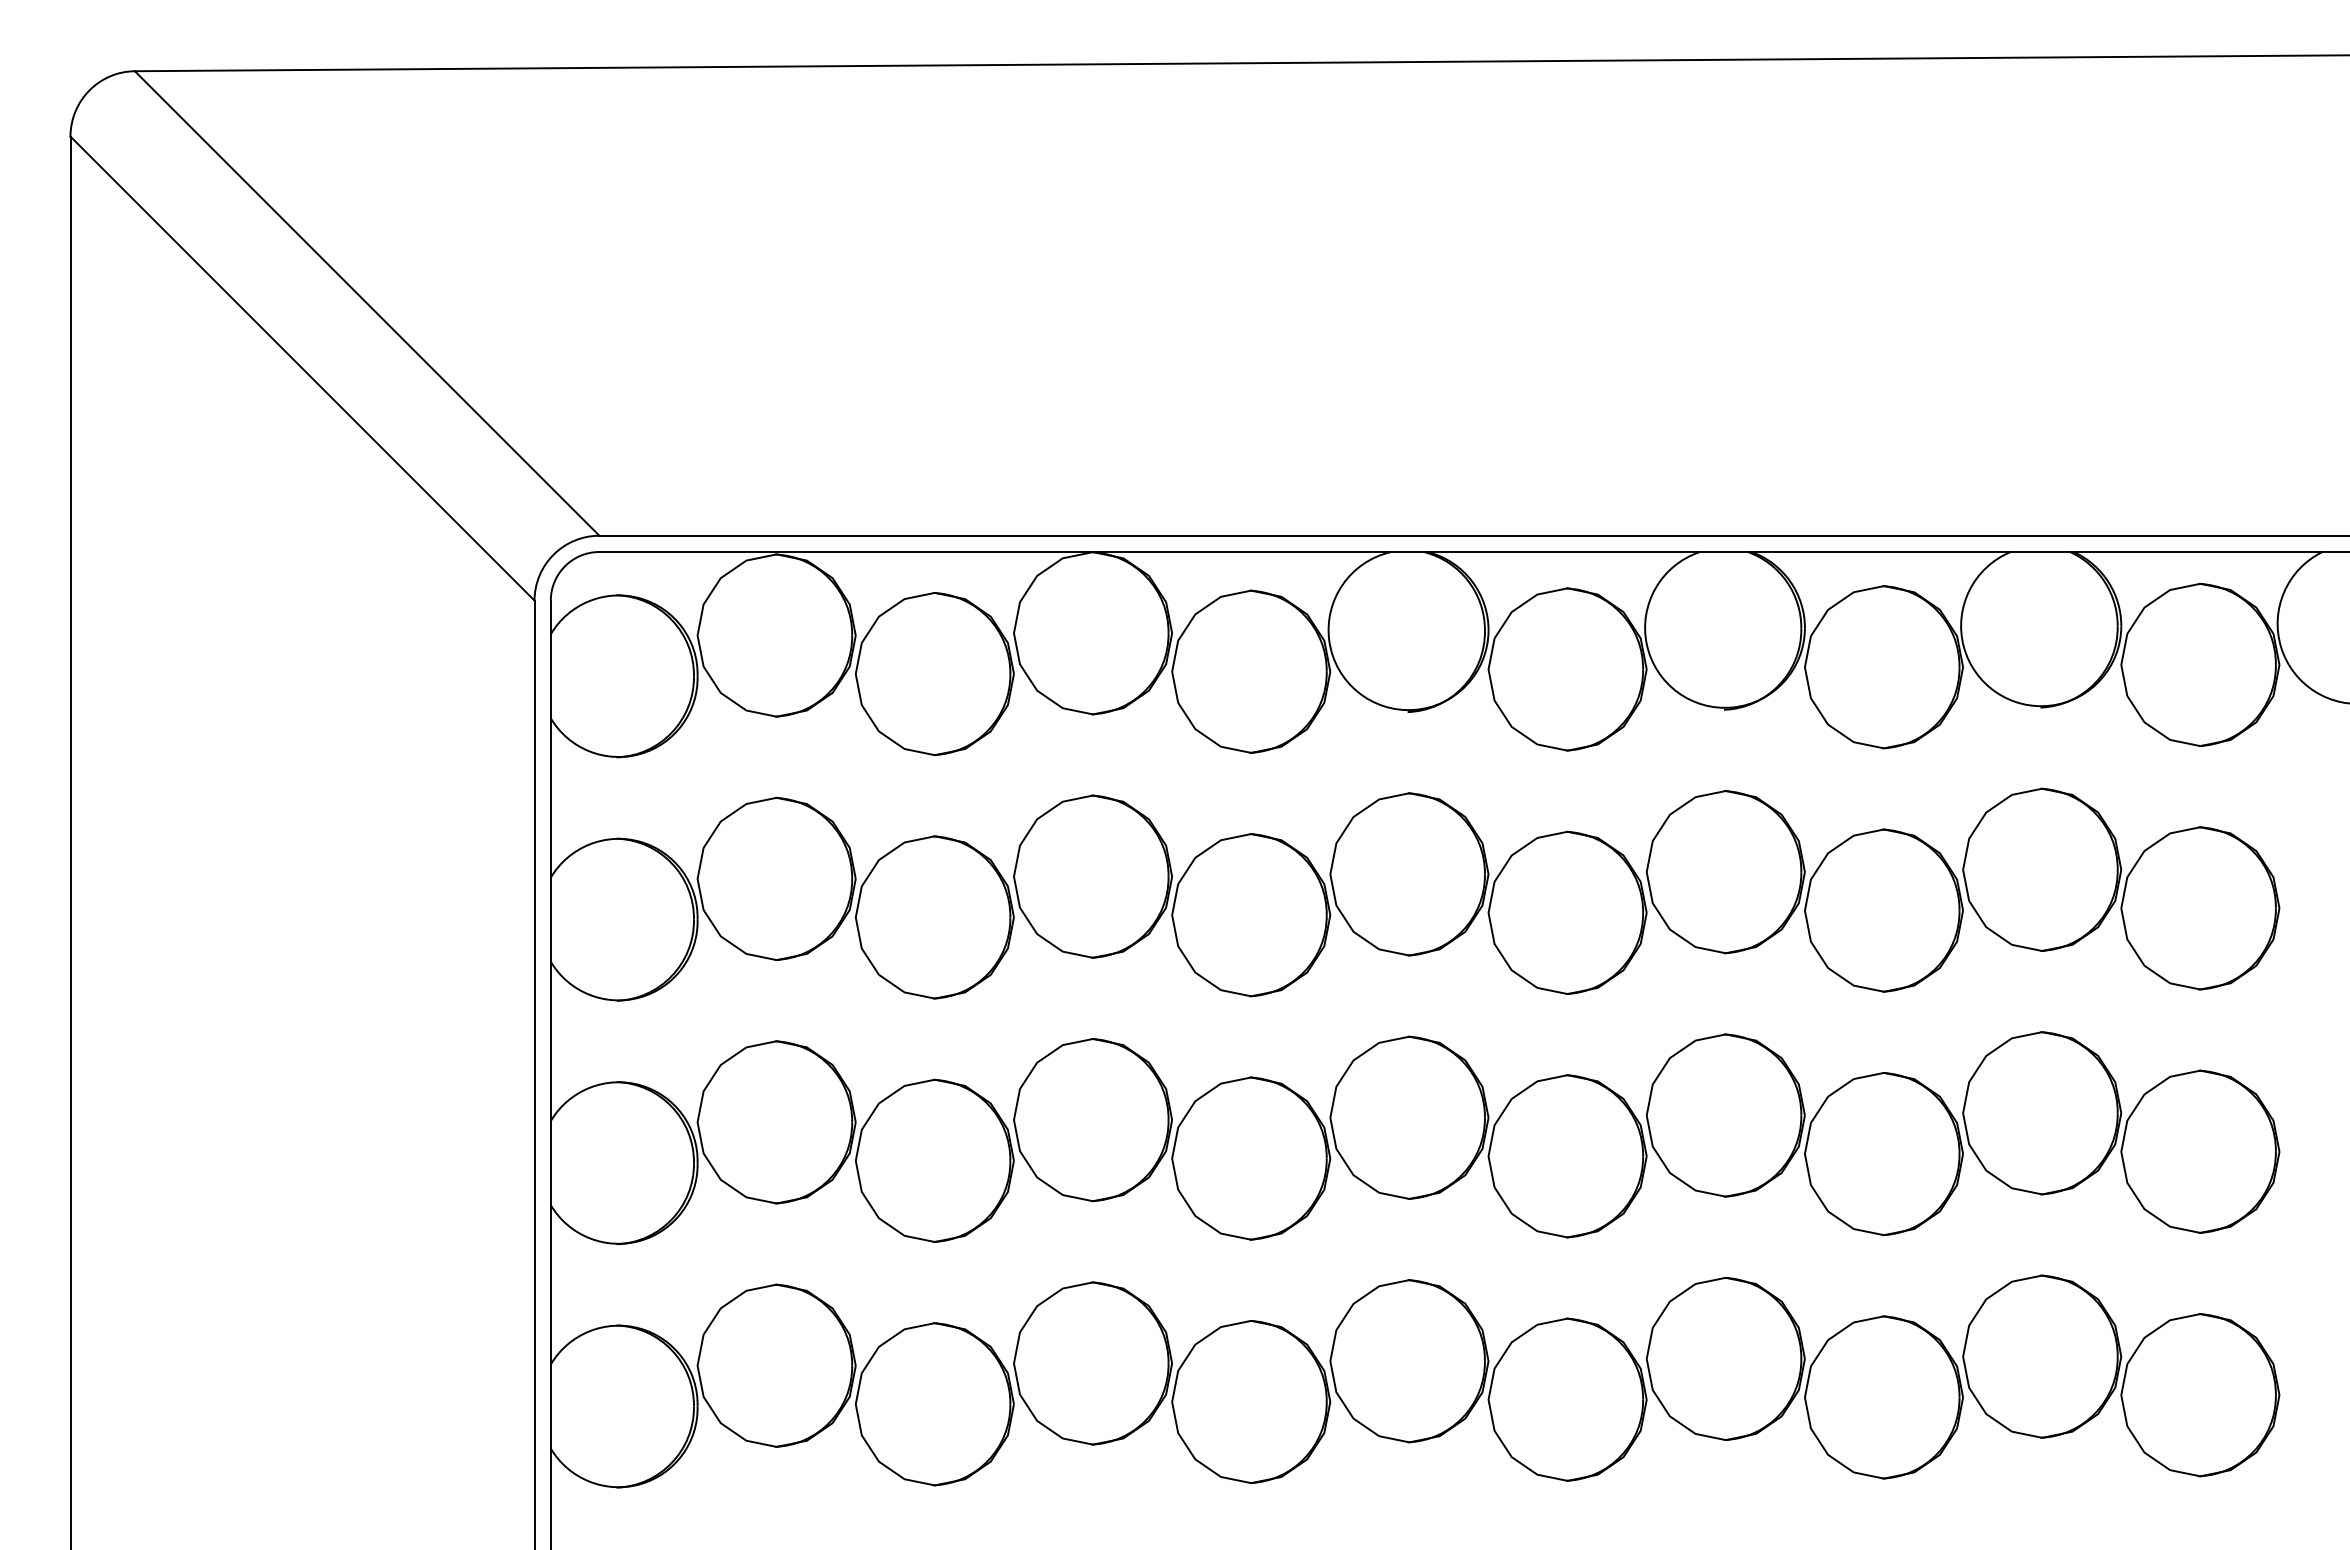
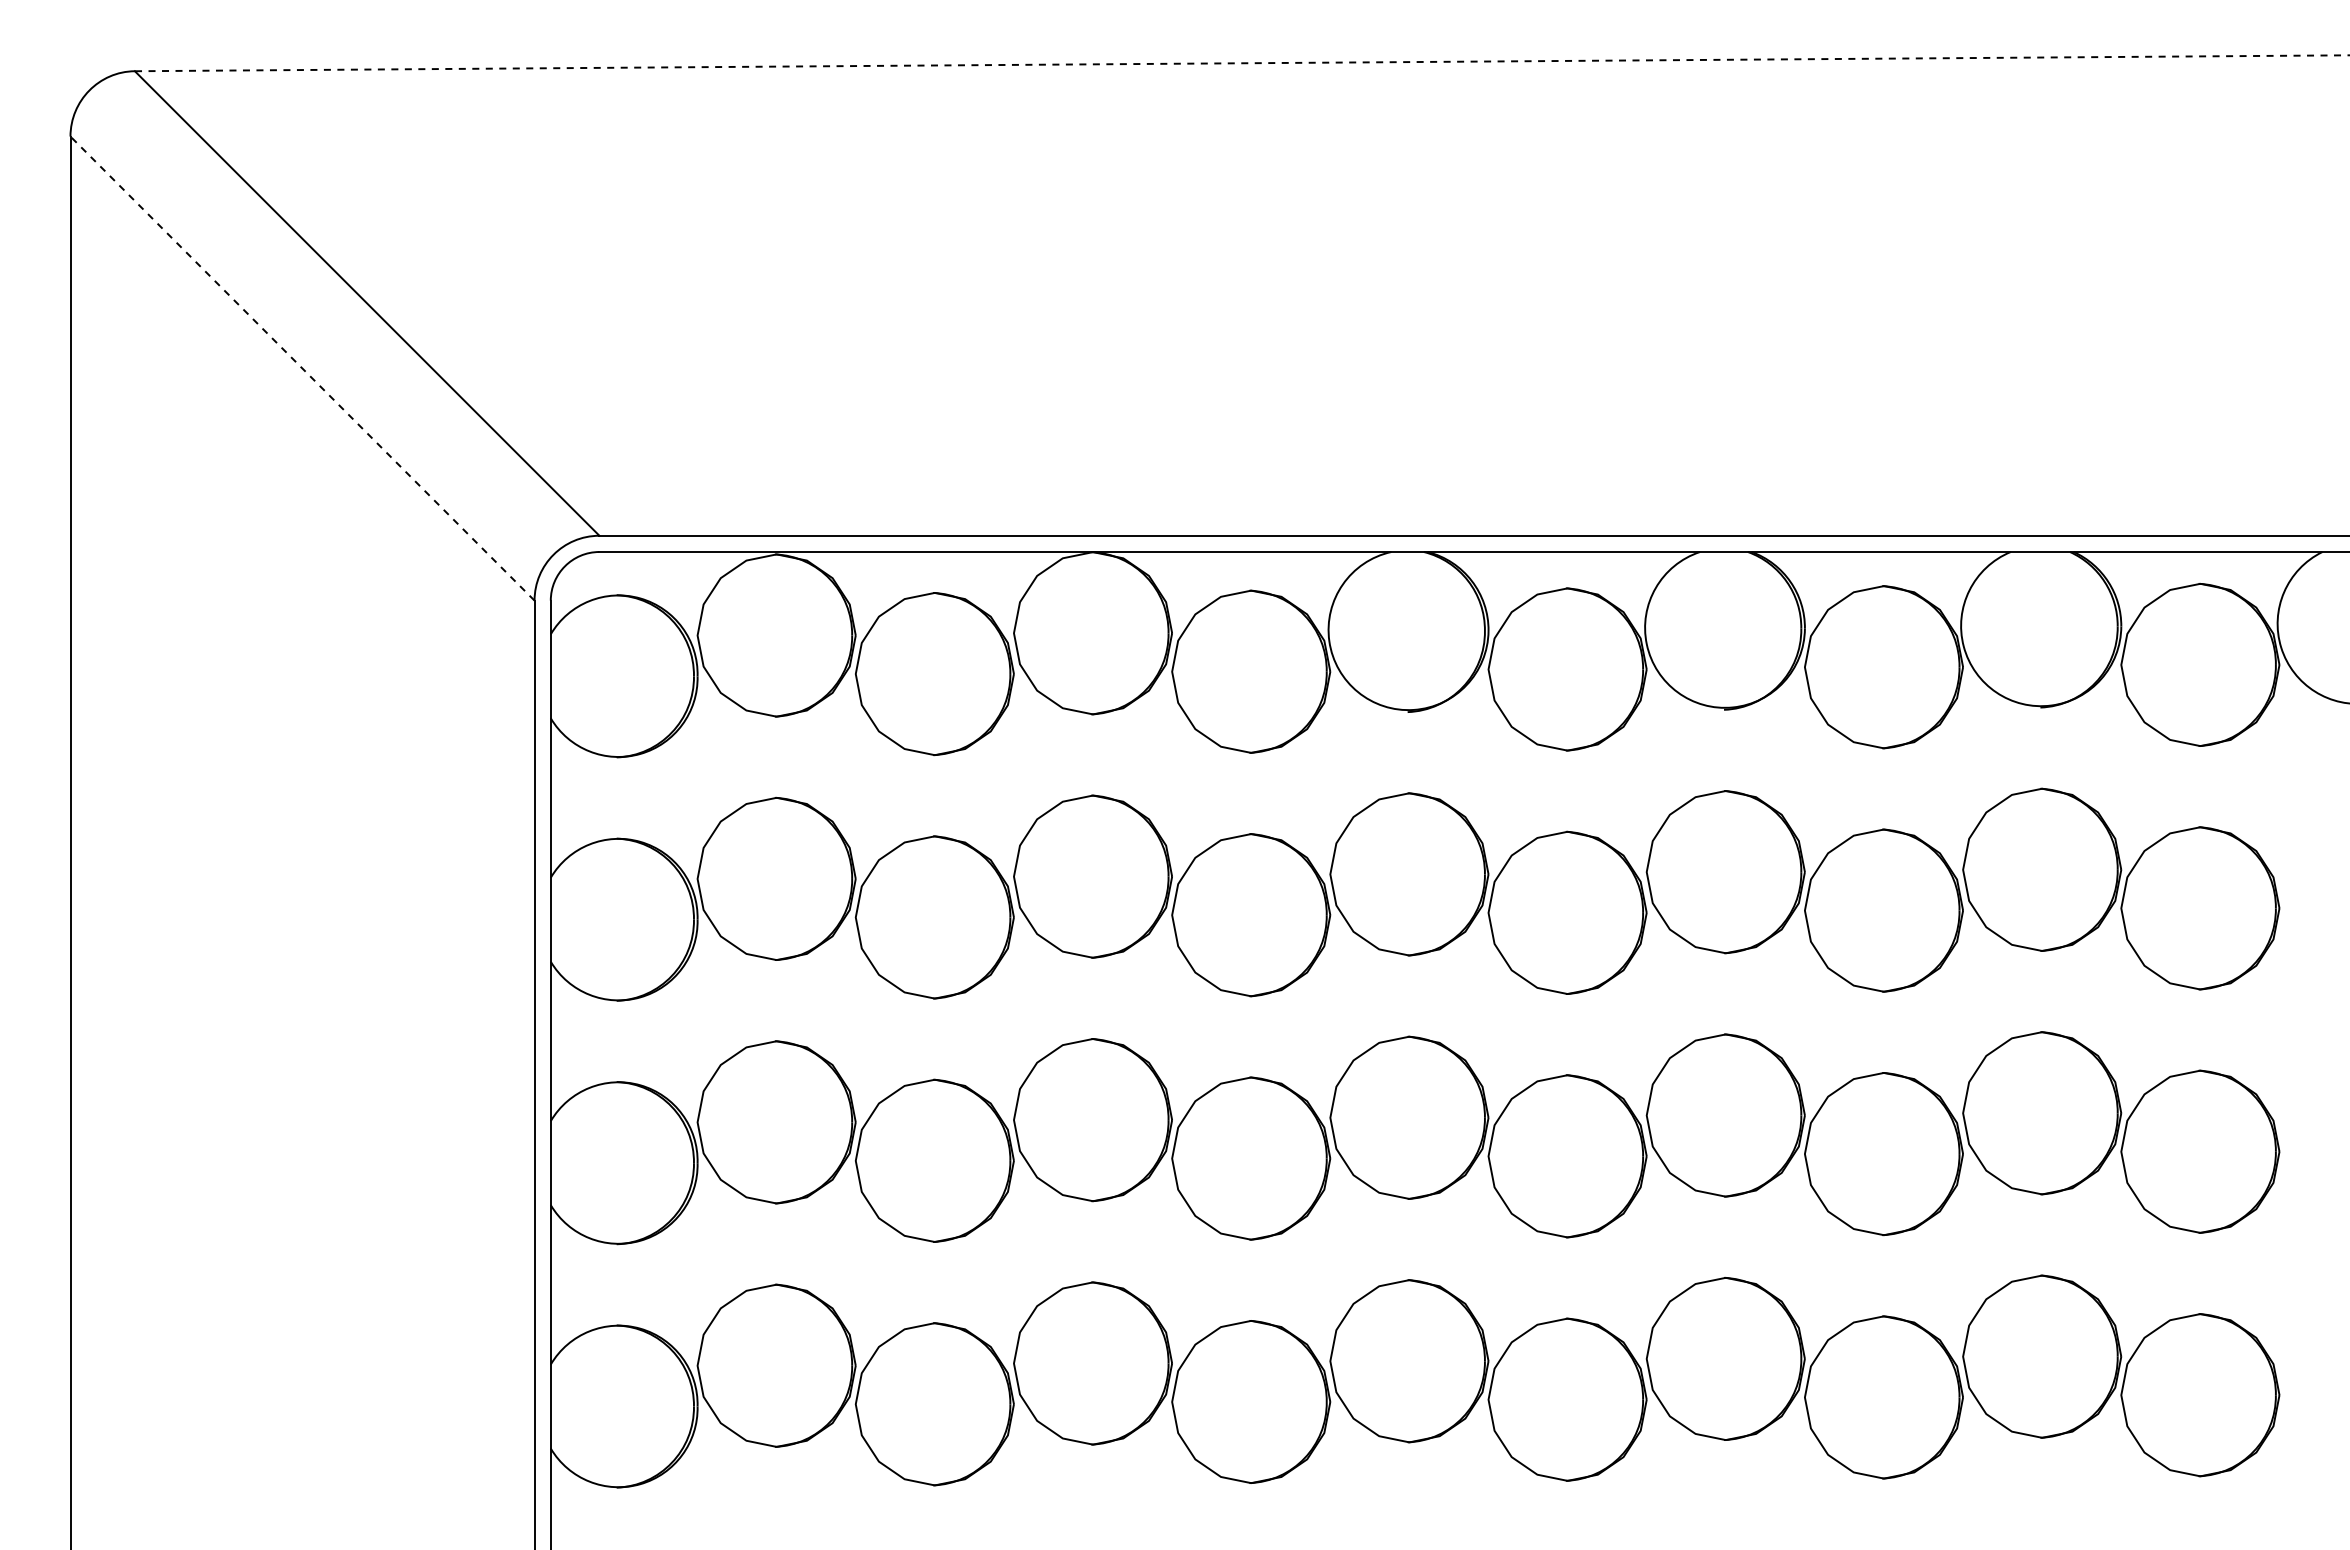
line at (1241, 63): solid -> dashed
line at (302, 368): solid -> dashed
